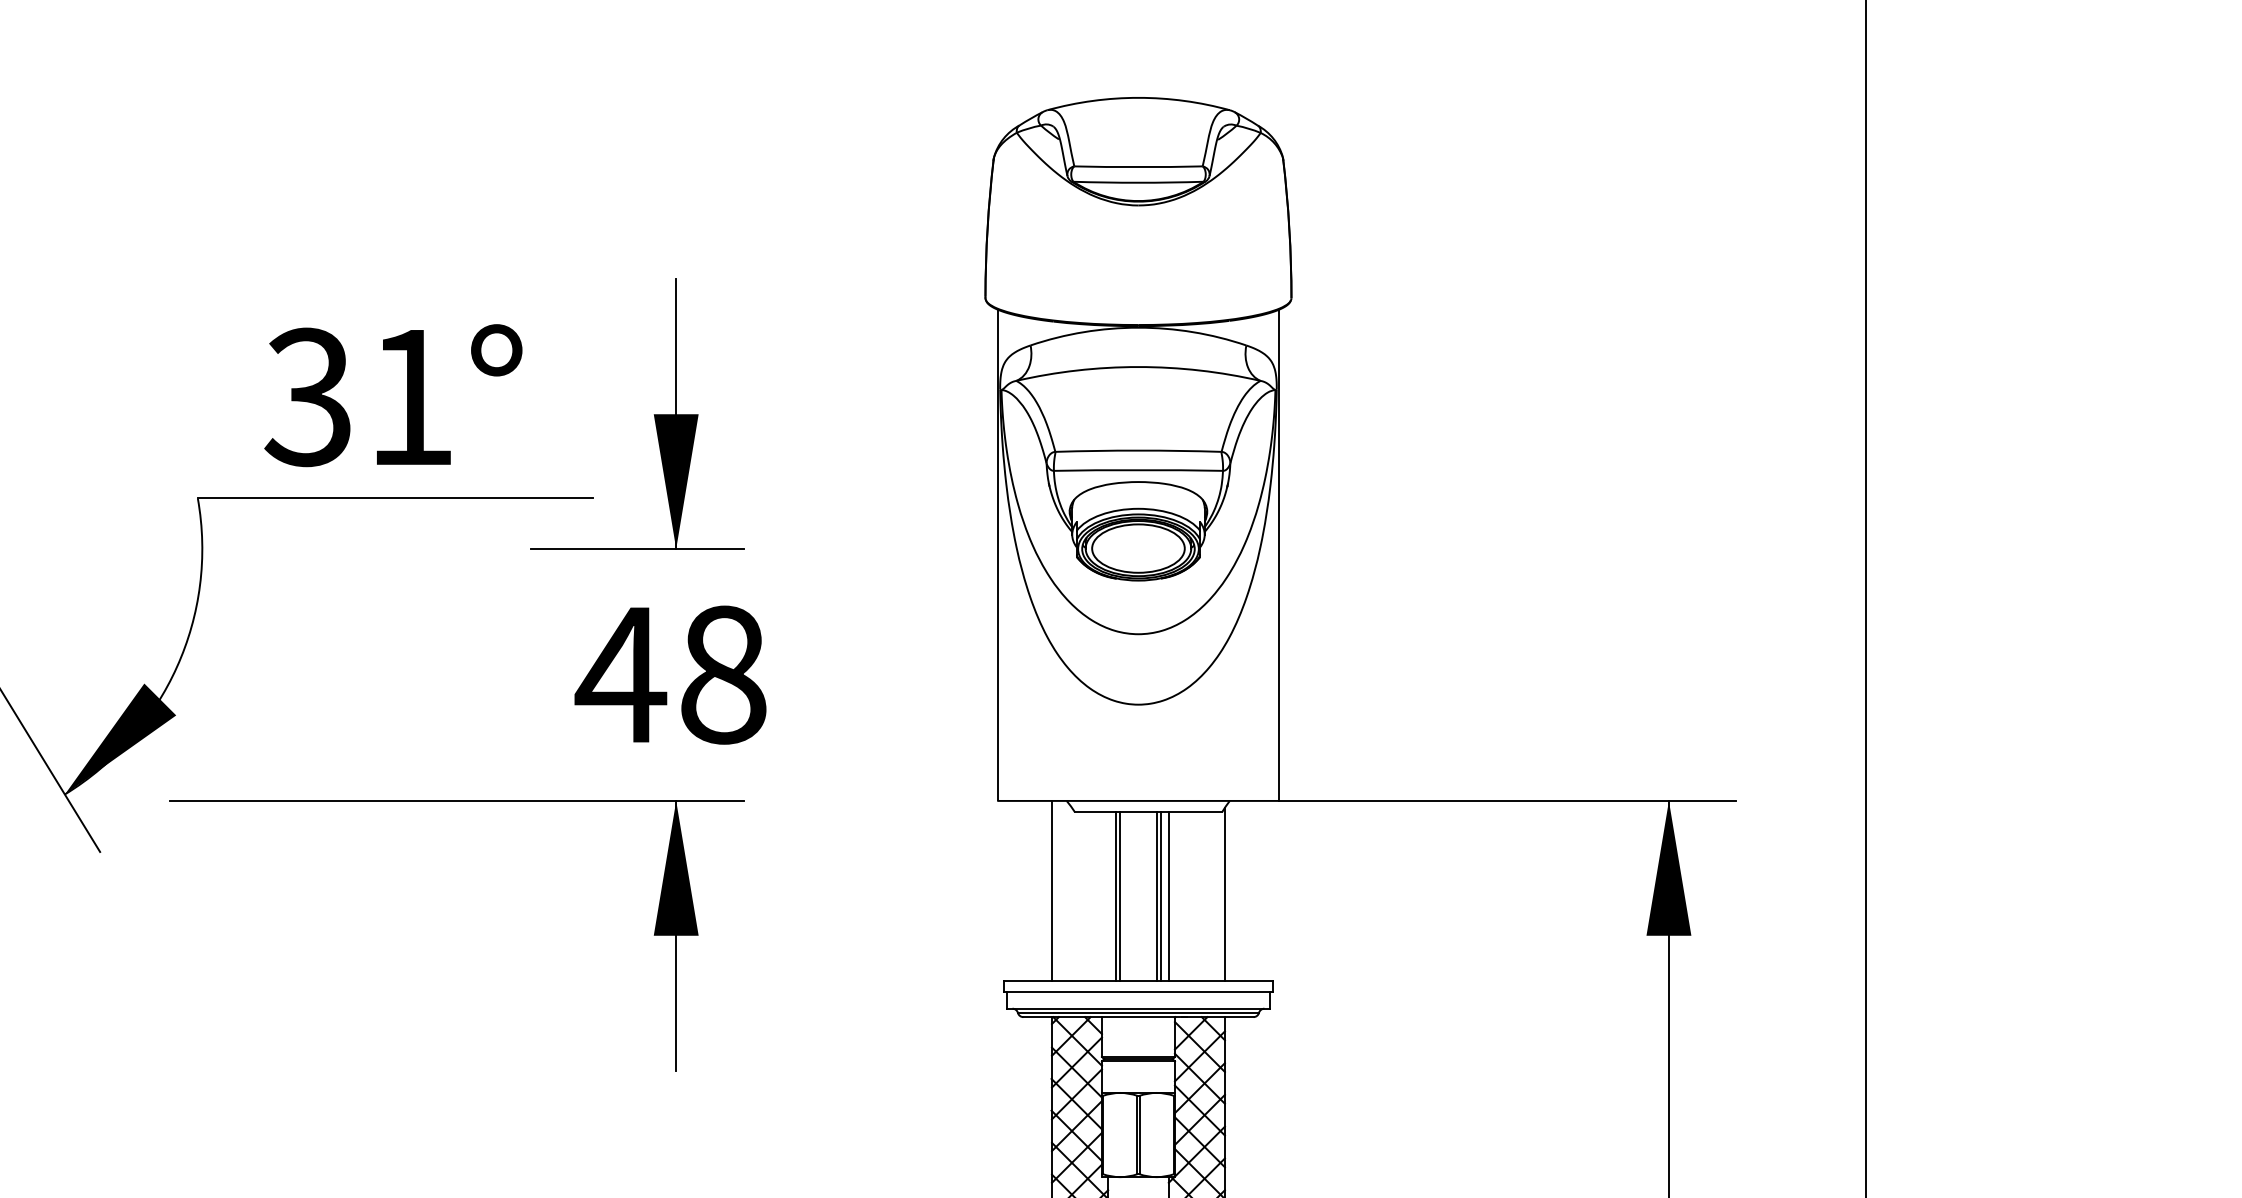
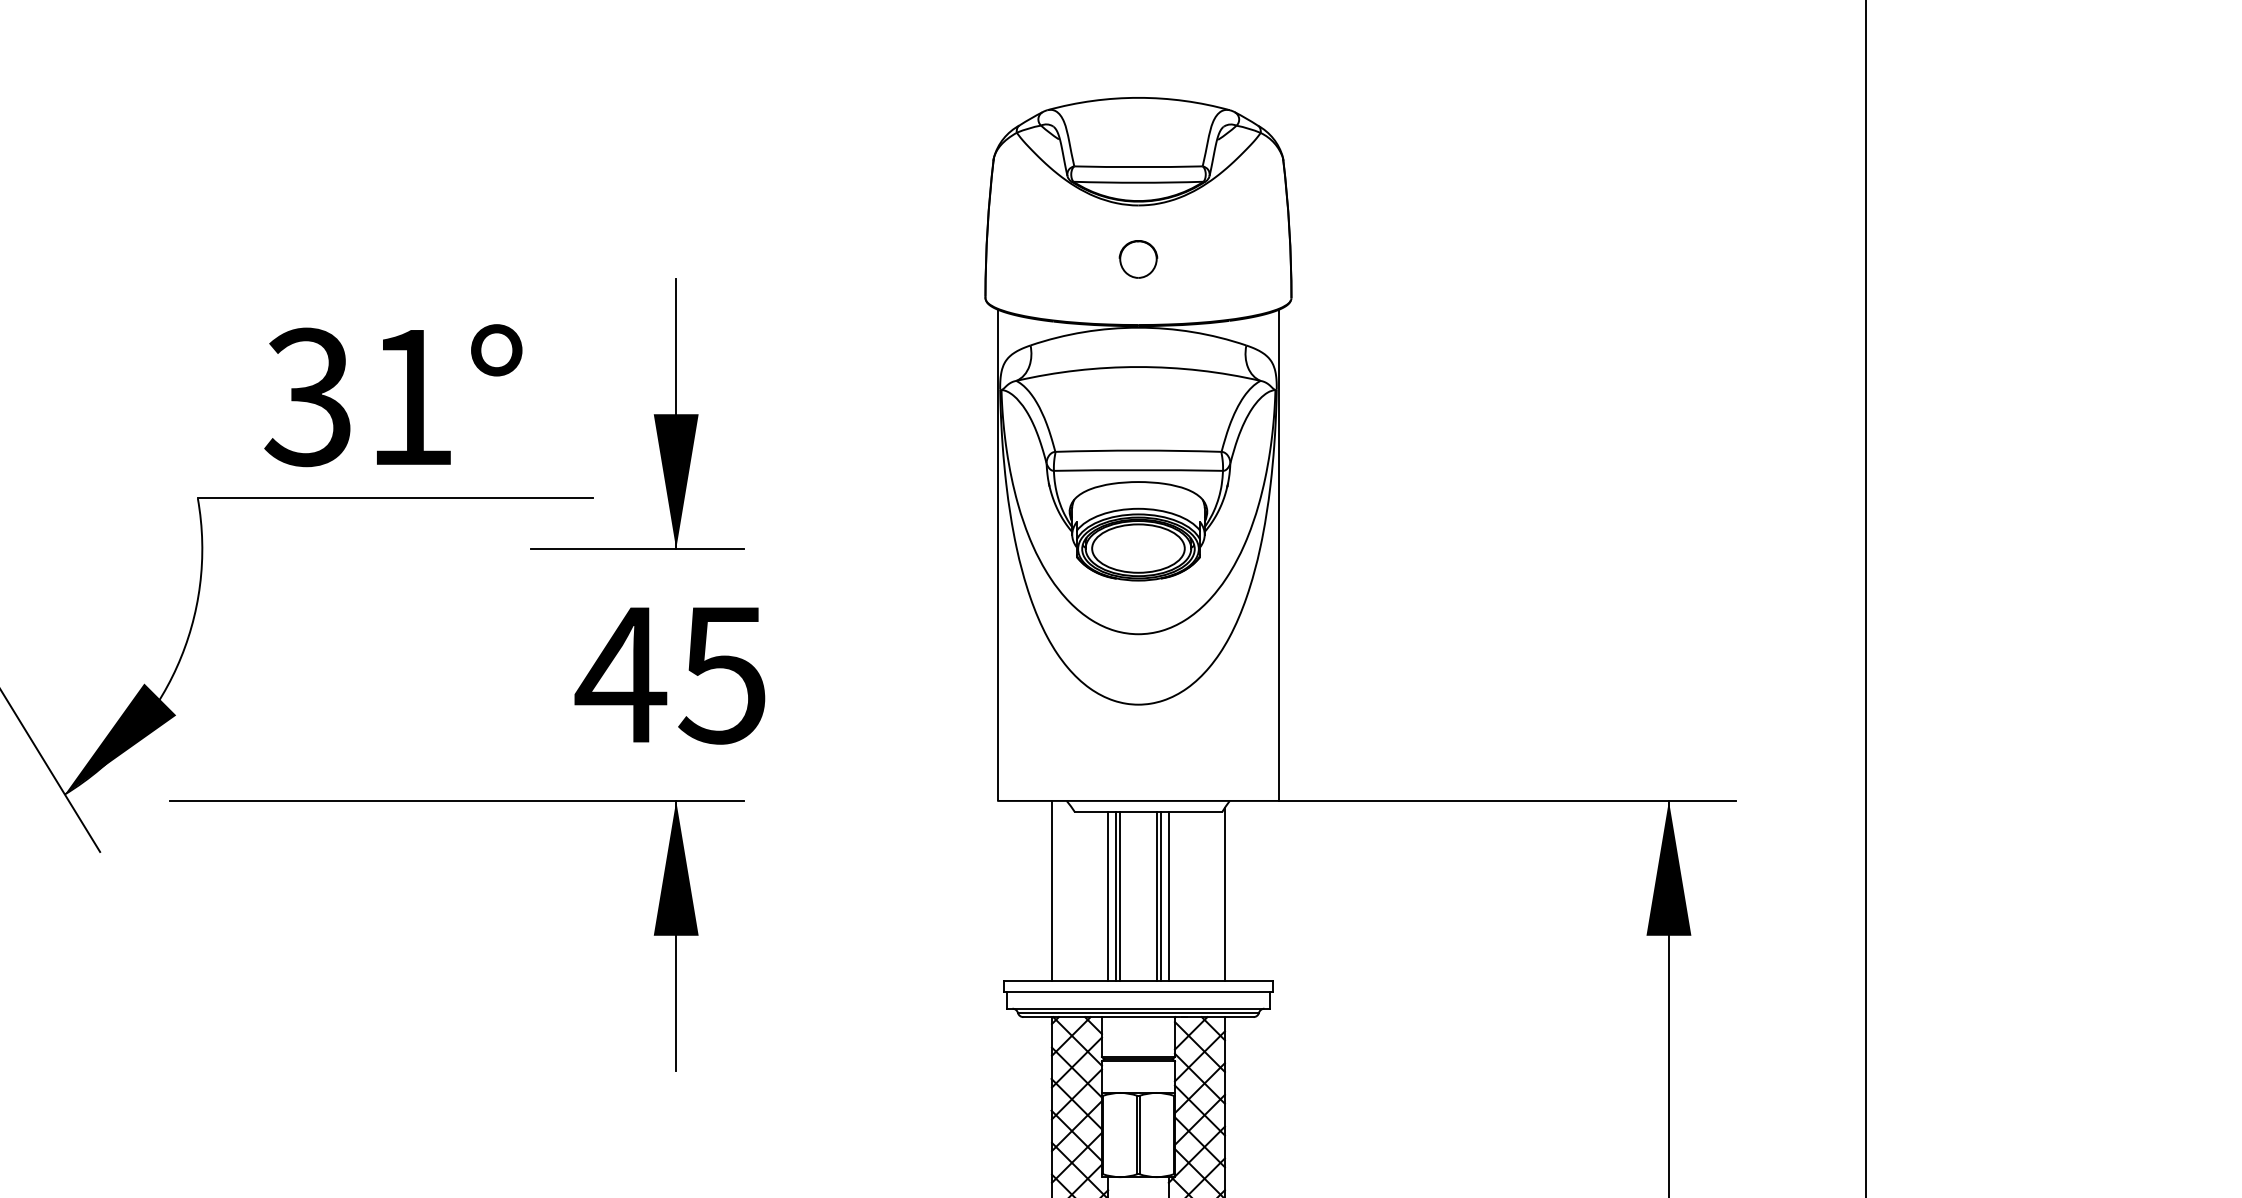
part at (1138, 259): none -> present
text at (722, 674): 48 -> 45
line at (1108, 896): none -> present
